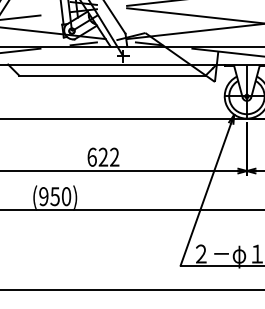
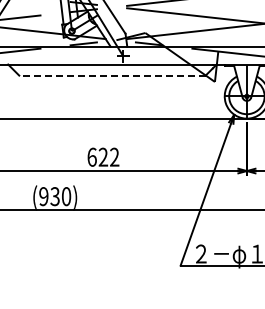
line at (111, 75): solid -> dashed
text at (55, 196): (950) -> (930)
line at (131, 290): present -> none
